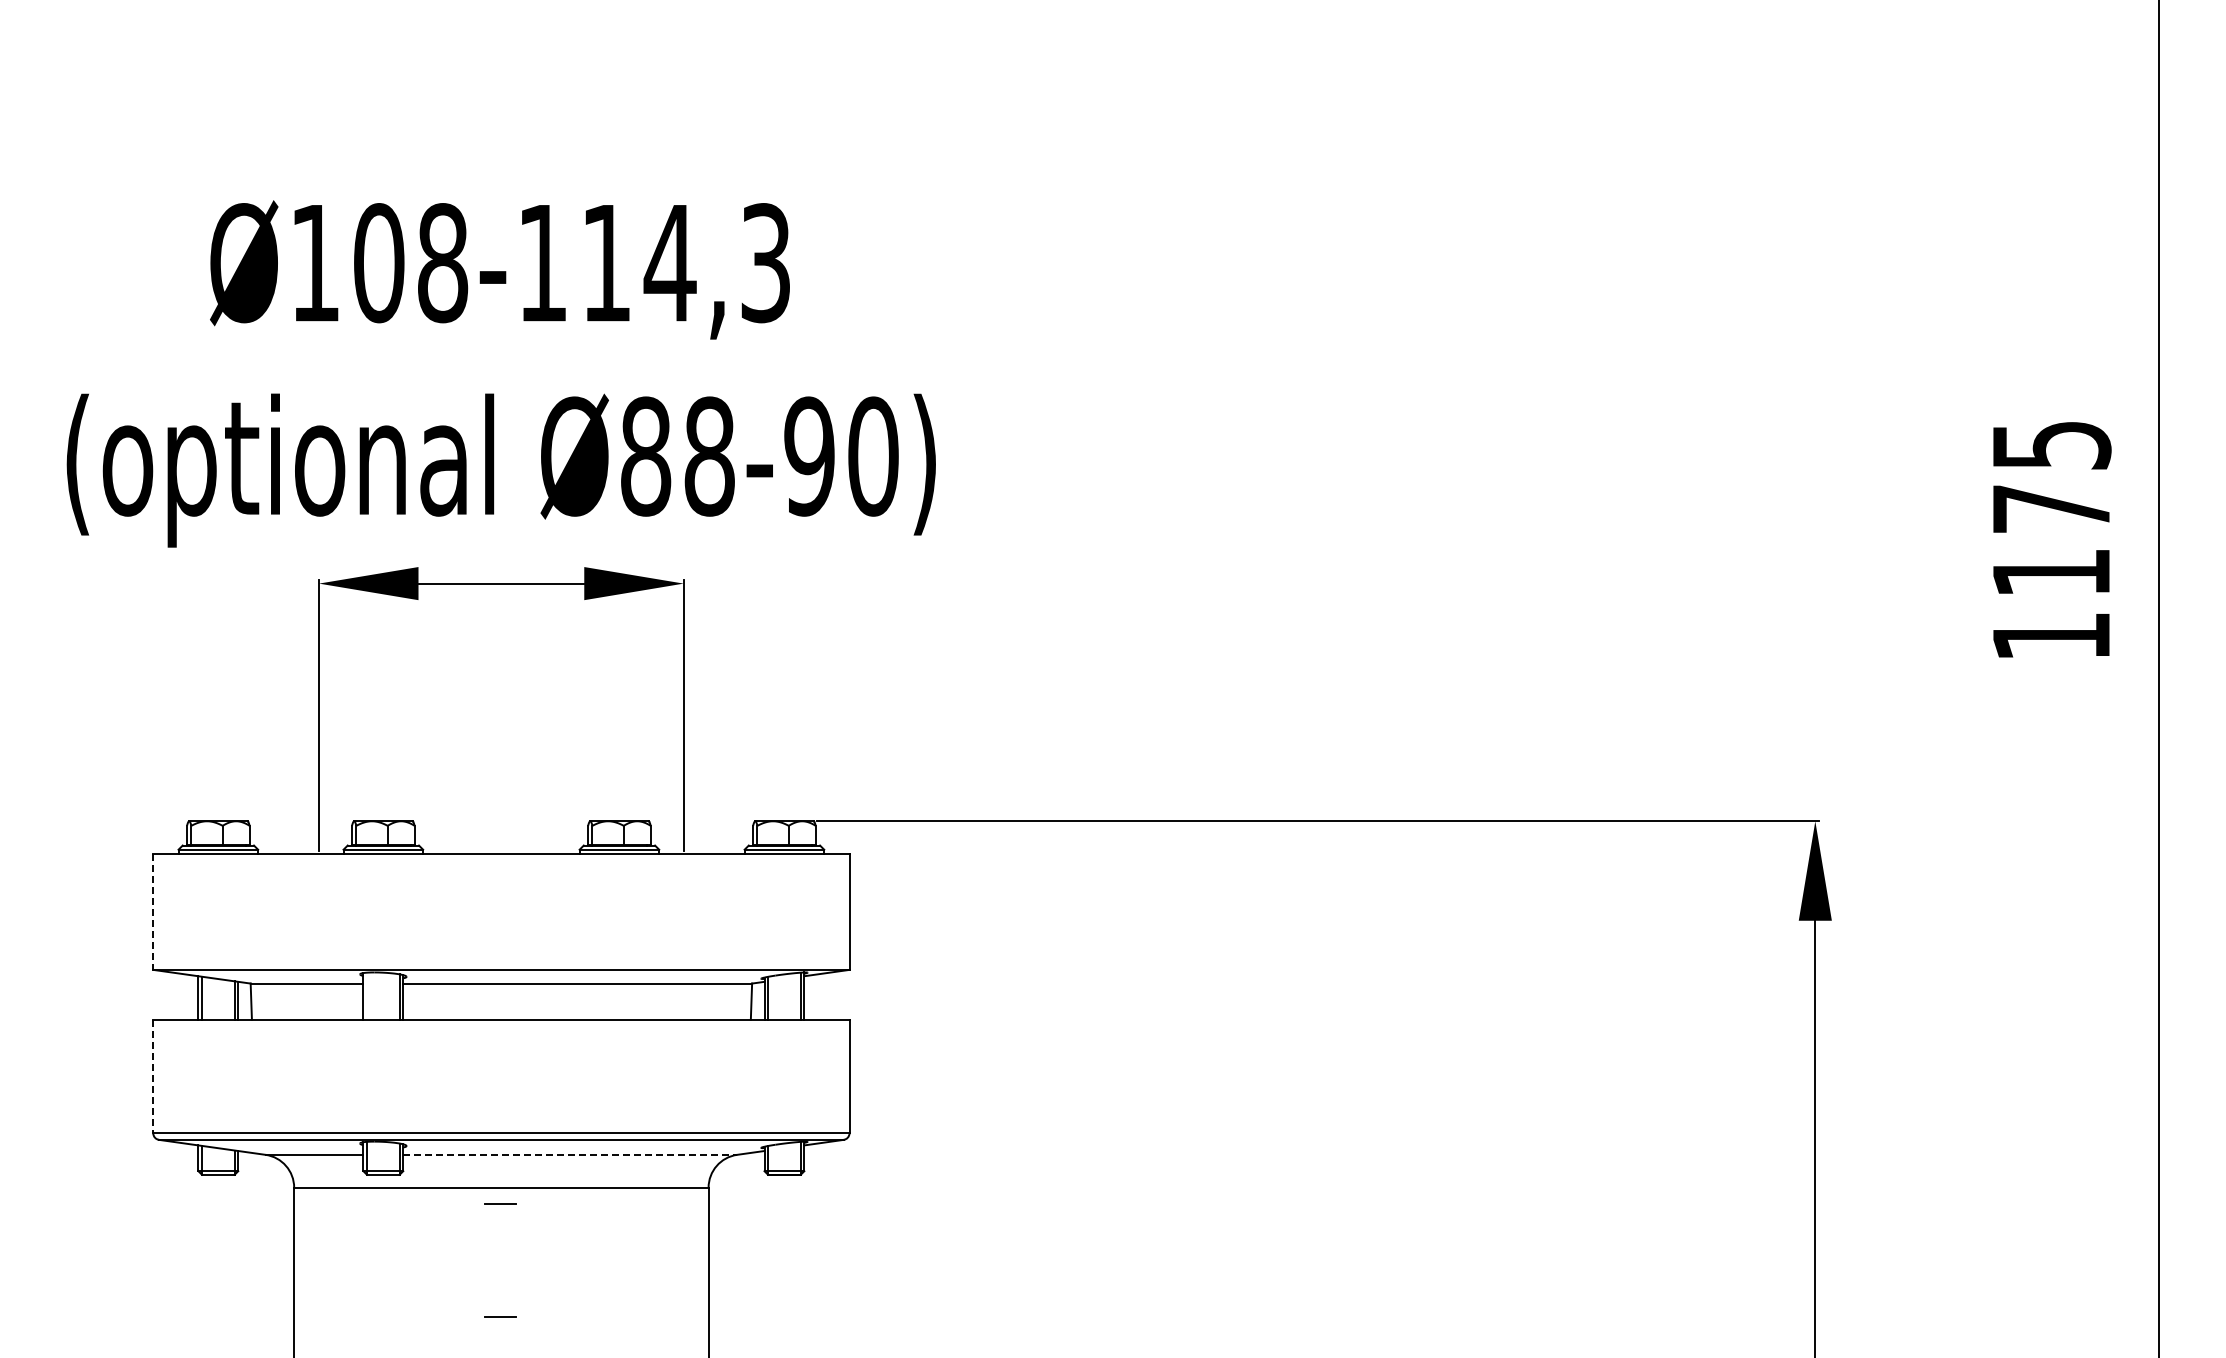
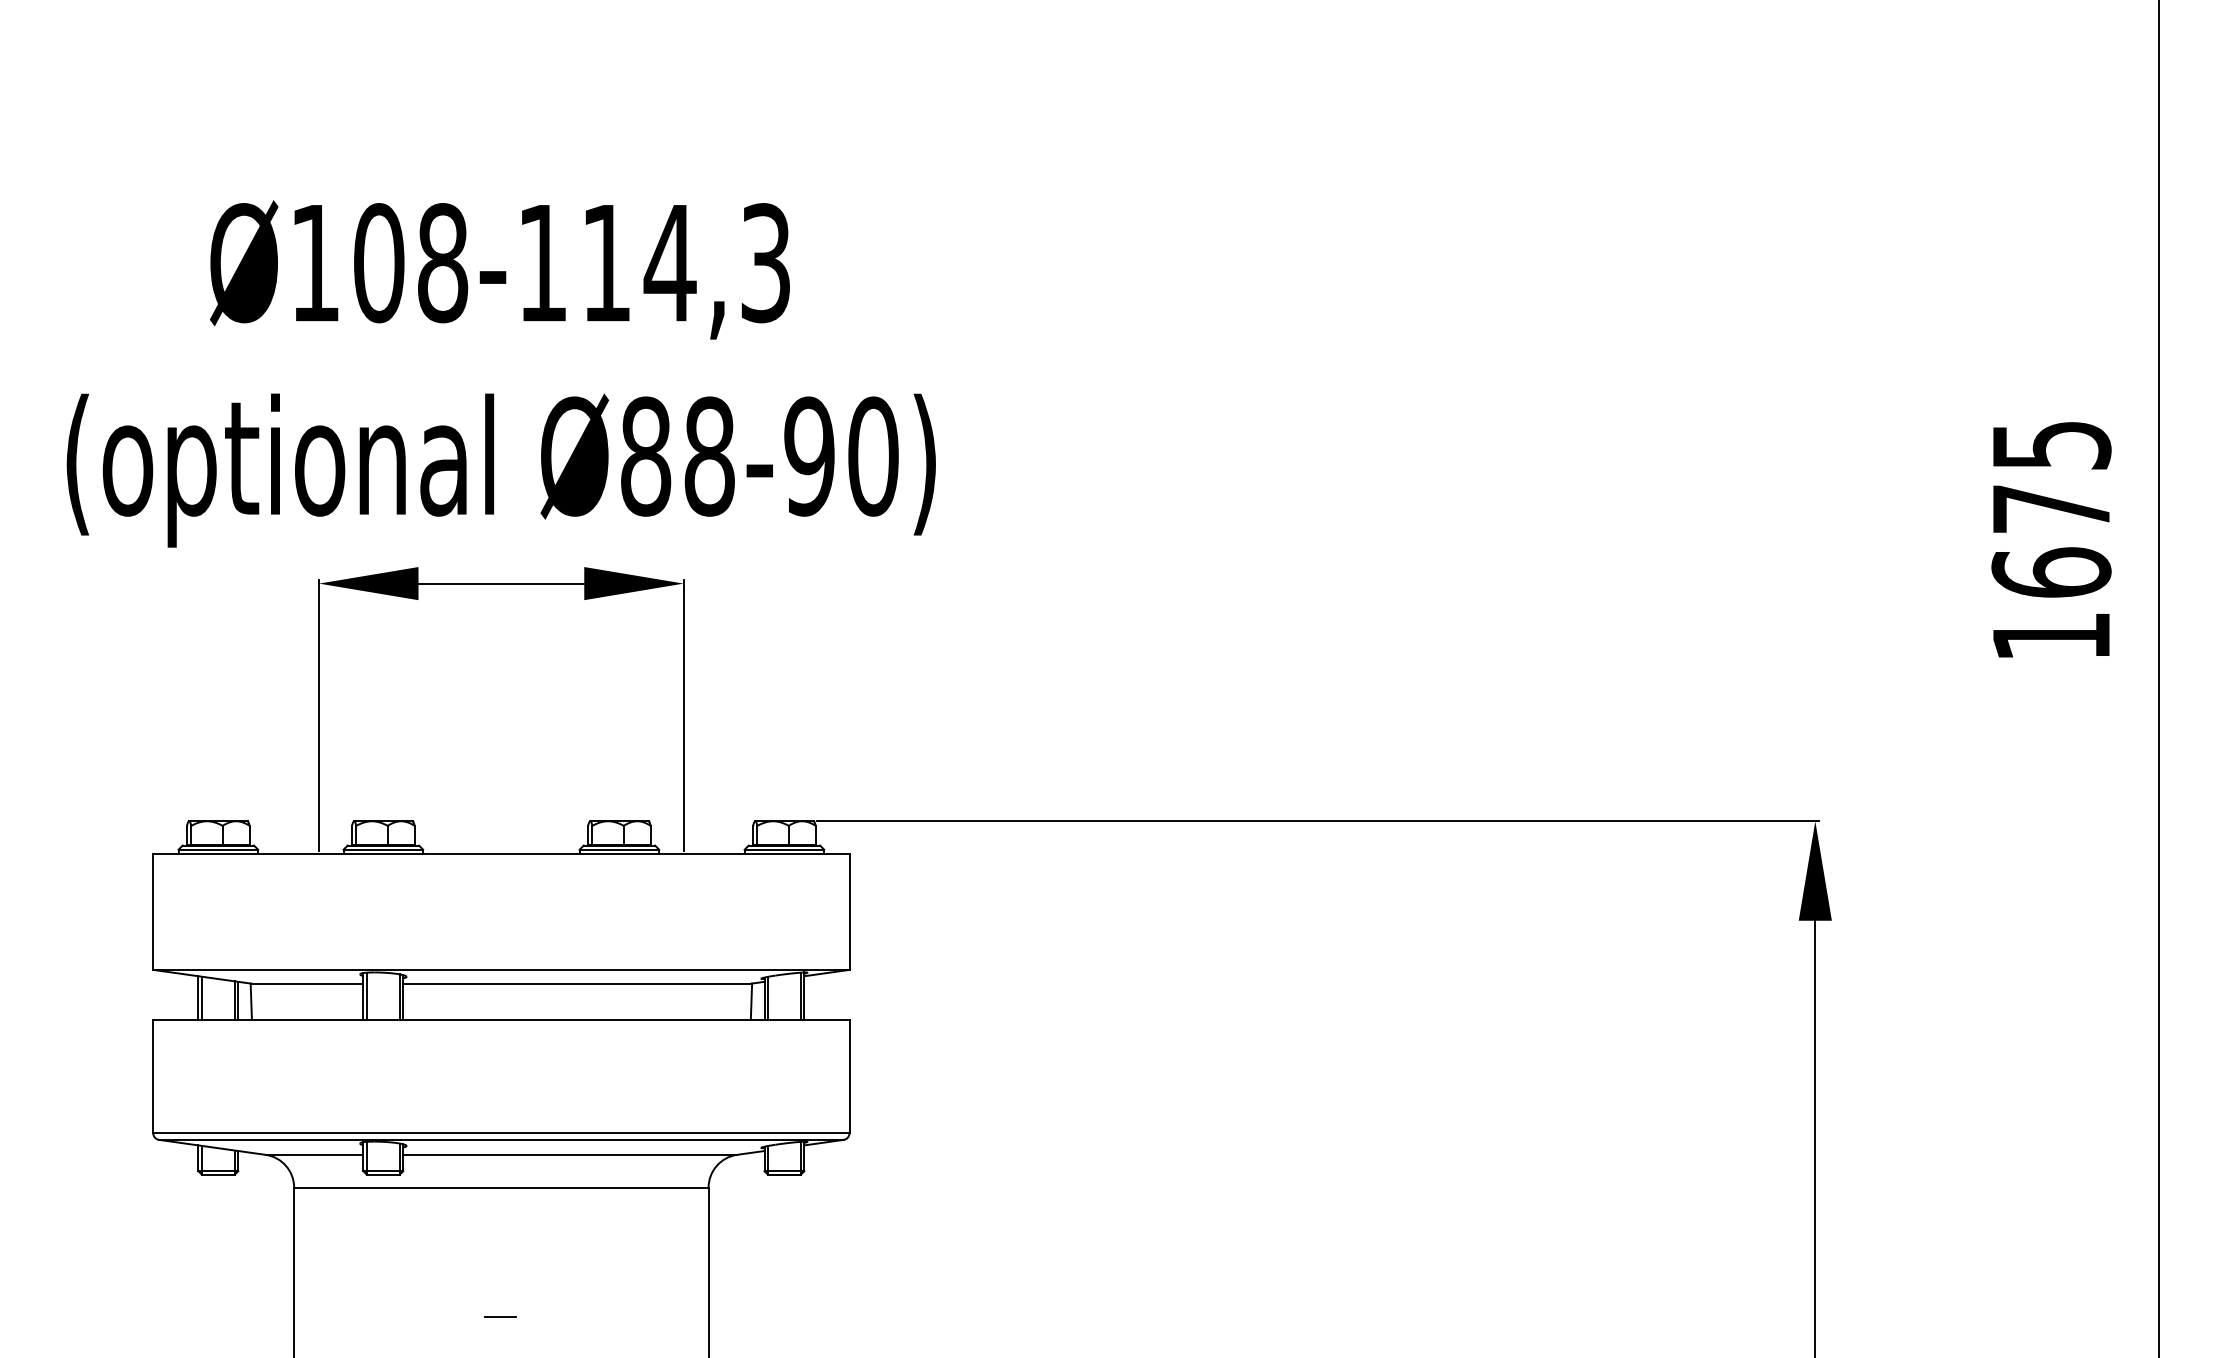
text at (2051, 572): 1175 -> 1675
line at (153, 912): dashed -> solid
line at (367, 995): none -> present
line at (153, 1076): dashed -> solid
line at (570, 1154): dashed -> solid
line at (500, 1203): present -> none
